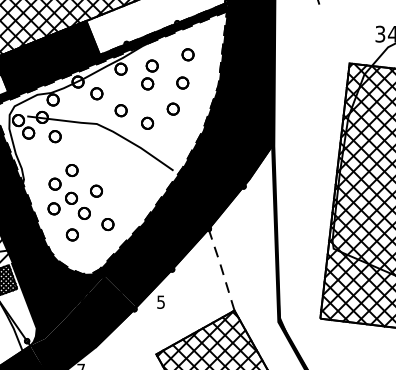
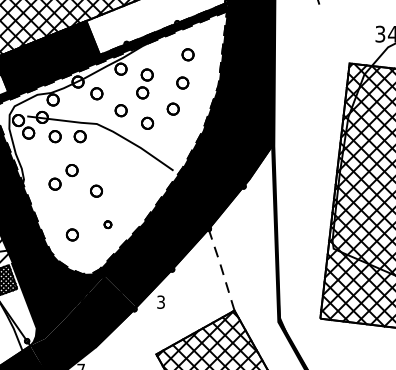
part at (149, 74) position: (149, 74) -> (144, 83)
part at (79, 136): none -> present
part at (68, 205): present -> none
part at (107, 224) size: 14x14 px -> 10x10 px
text at (160, 301): 5 -> 3
